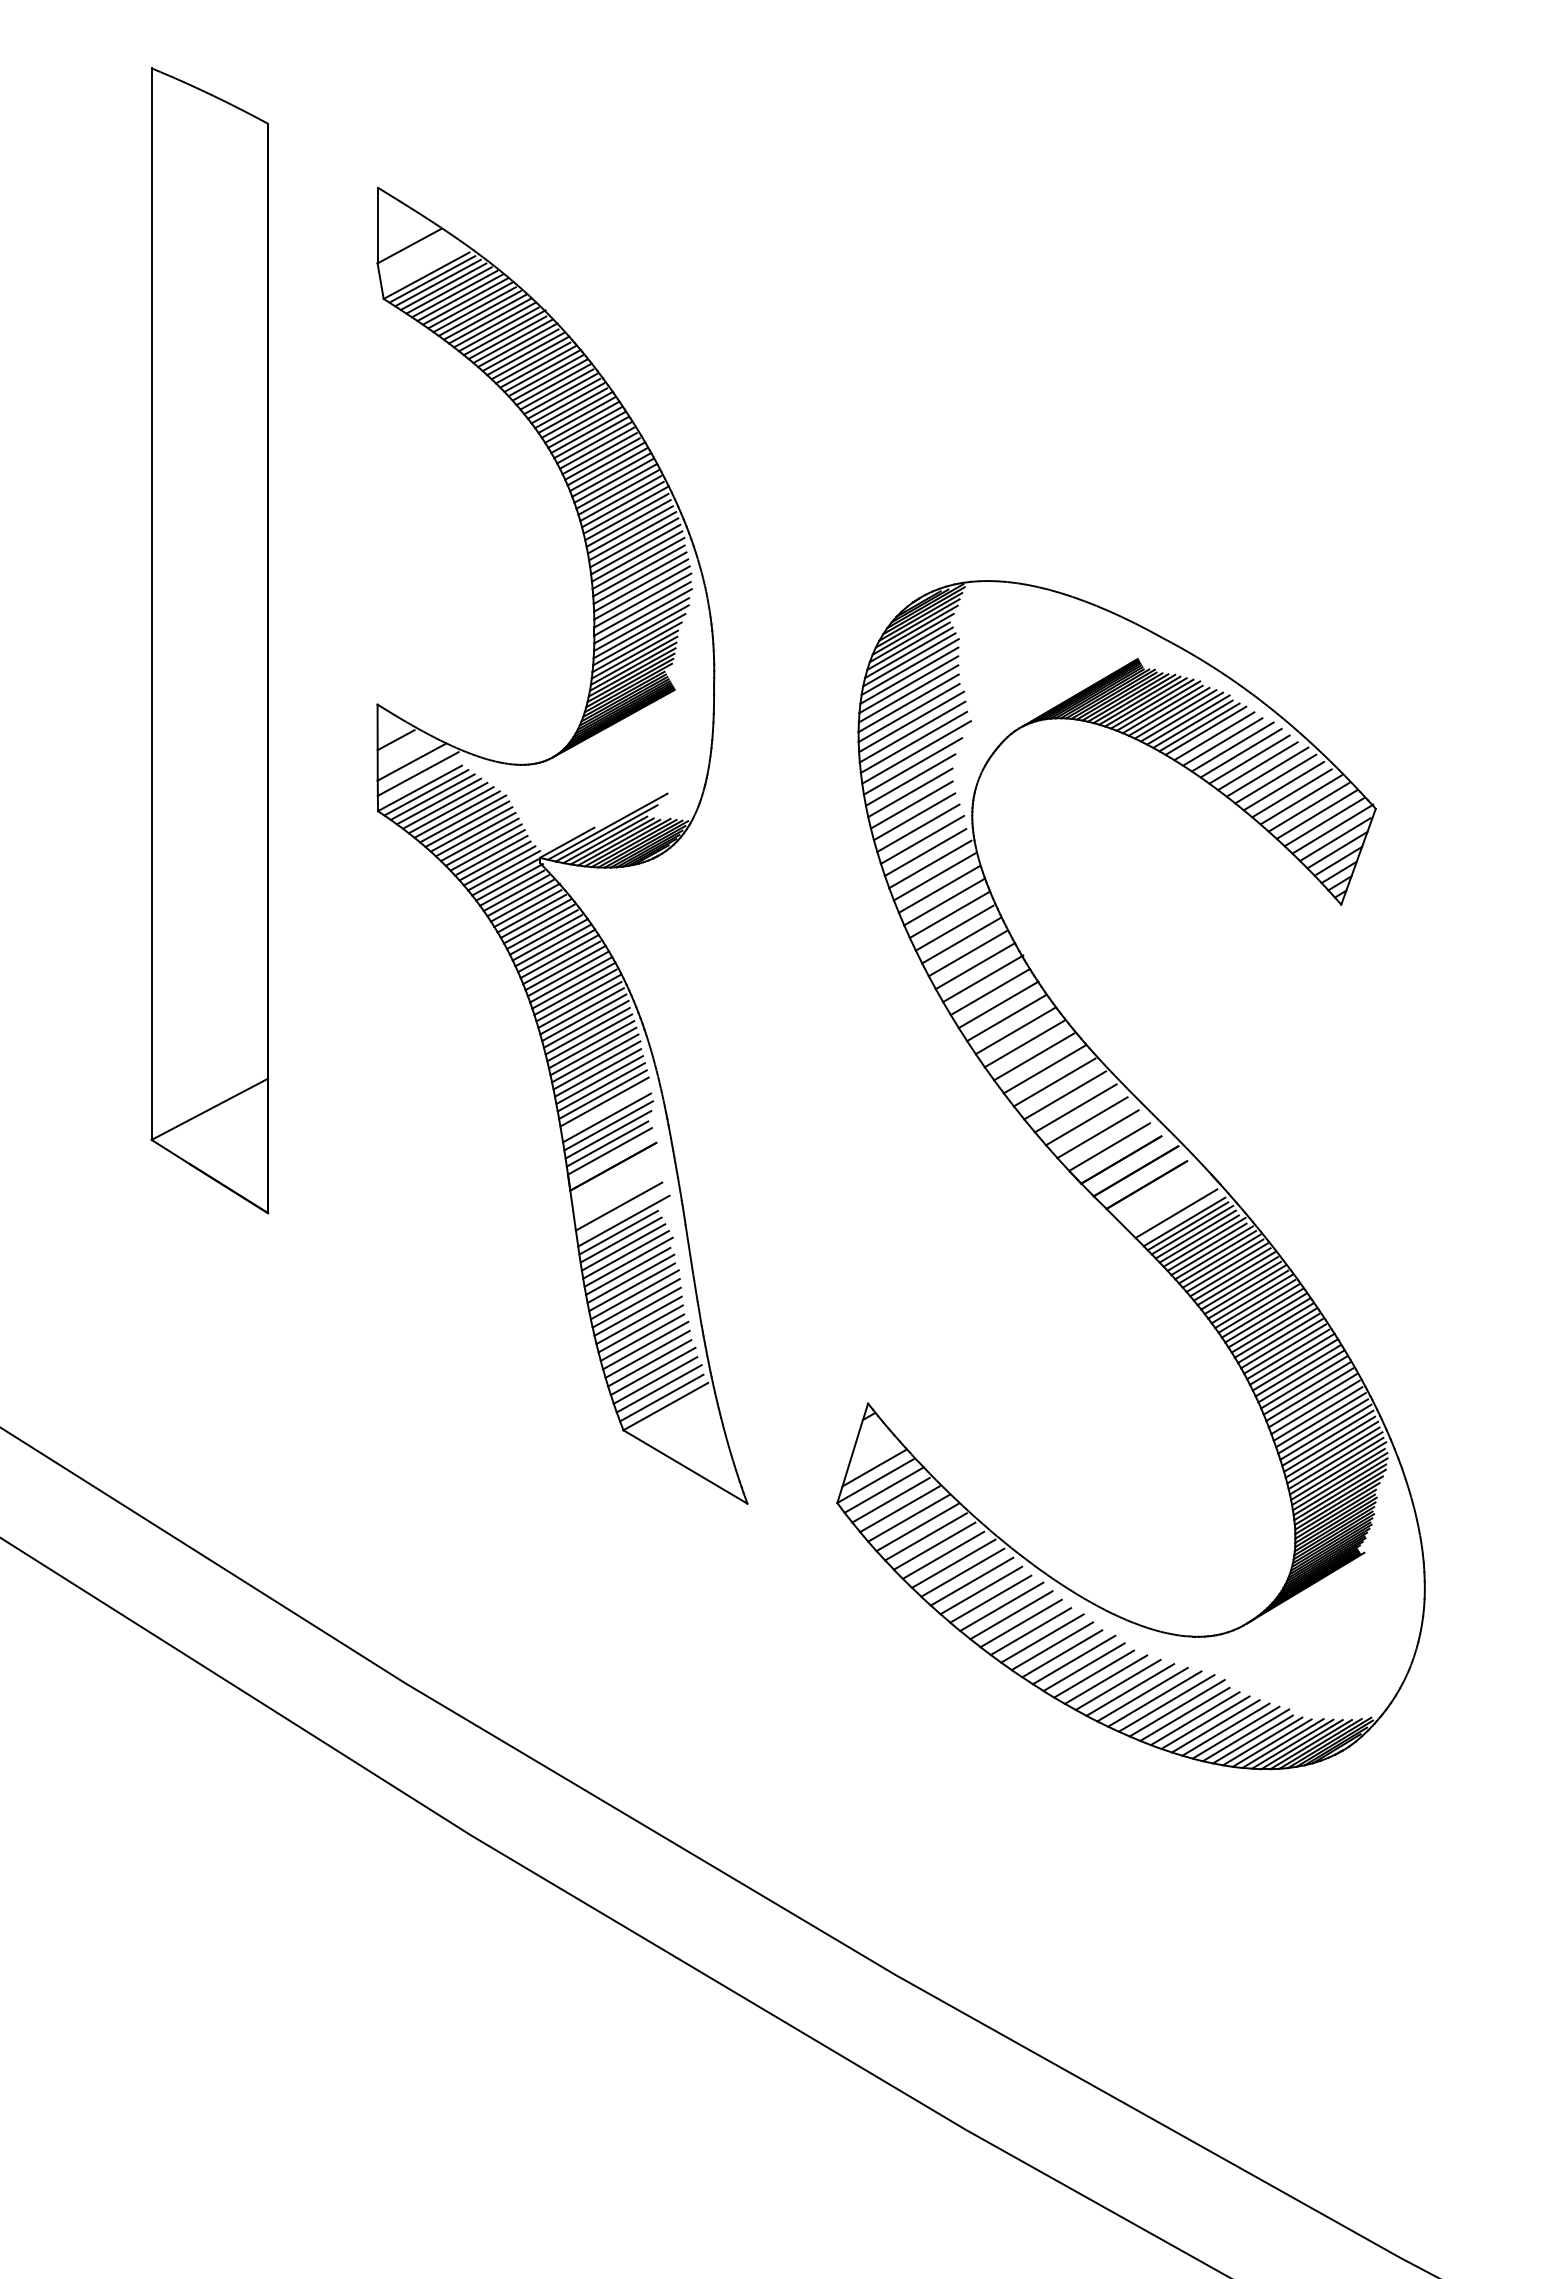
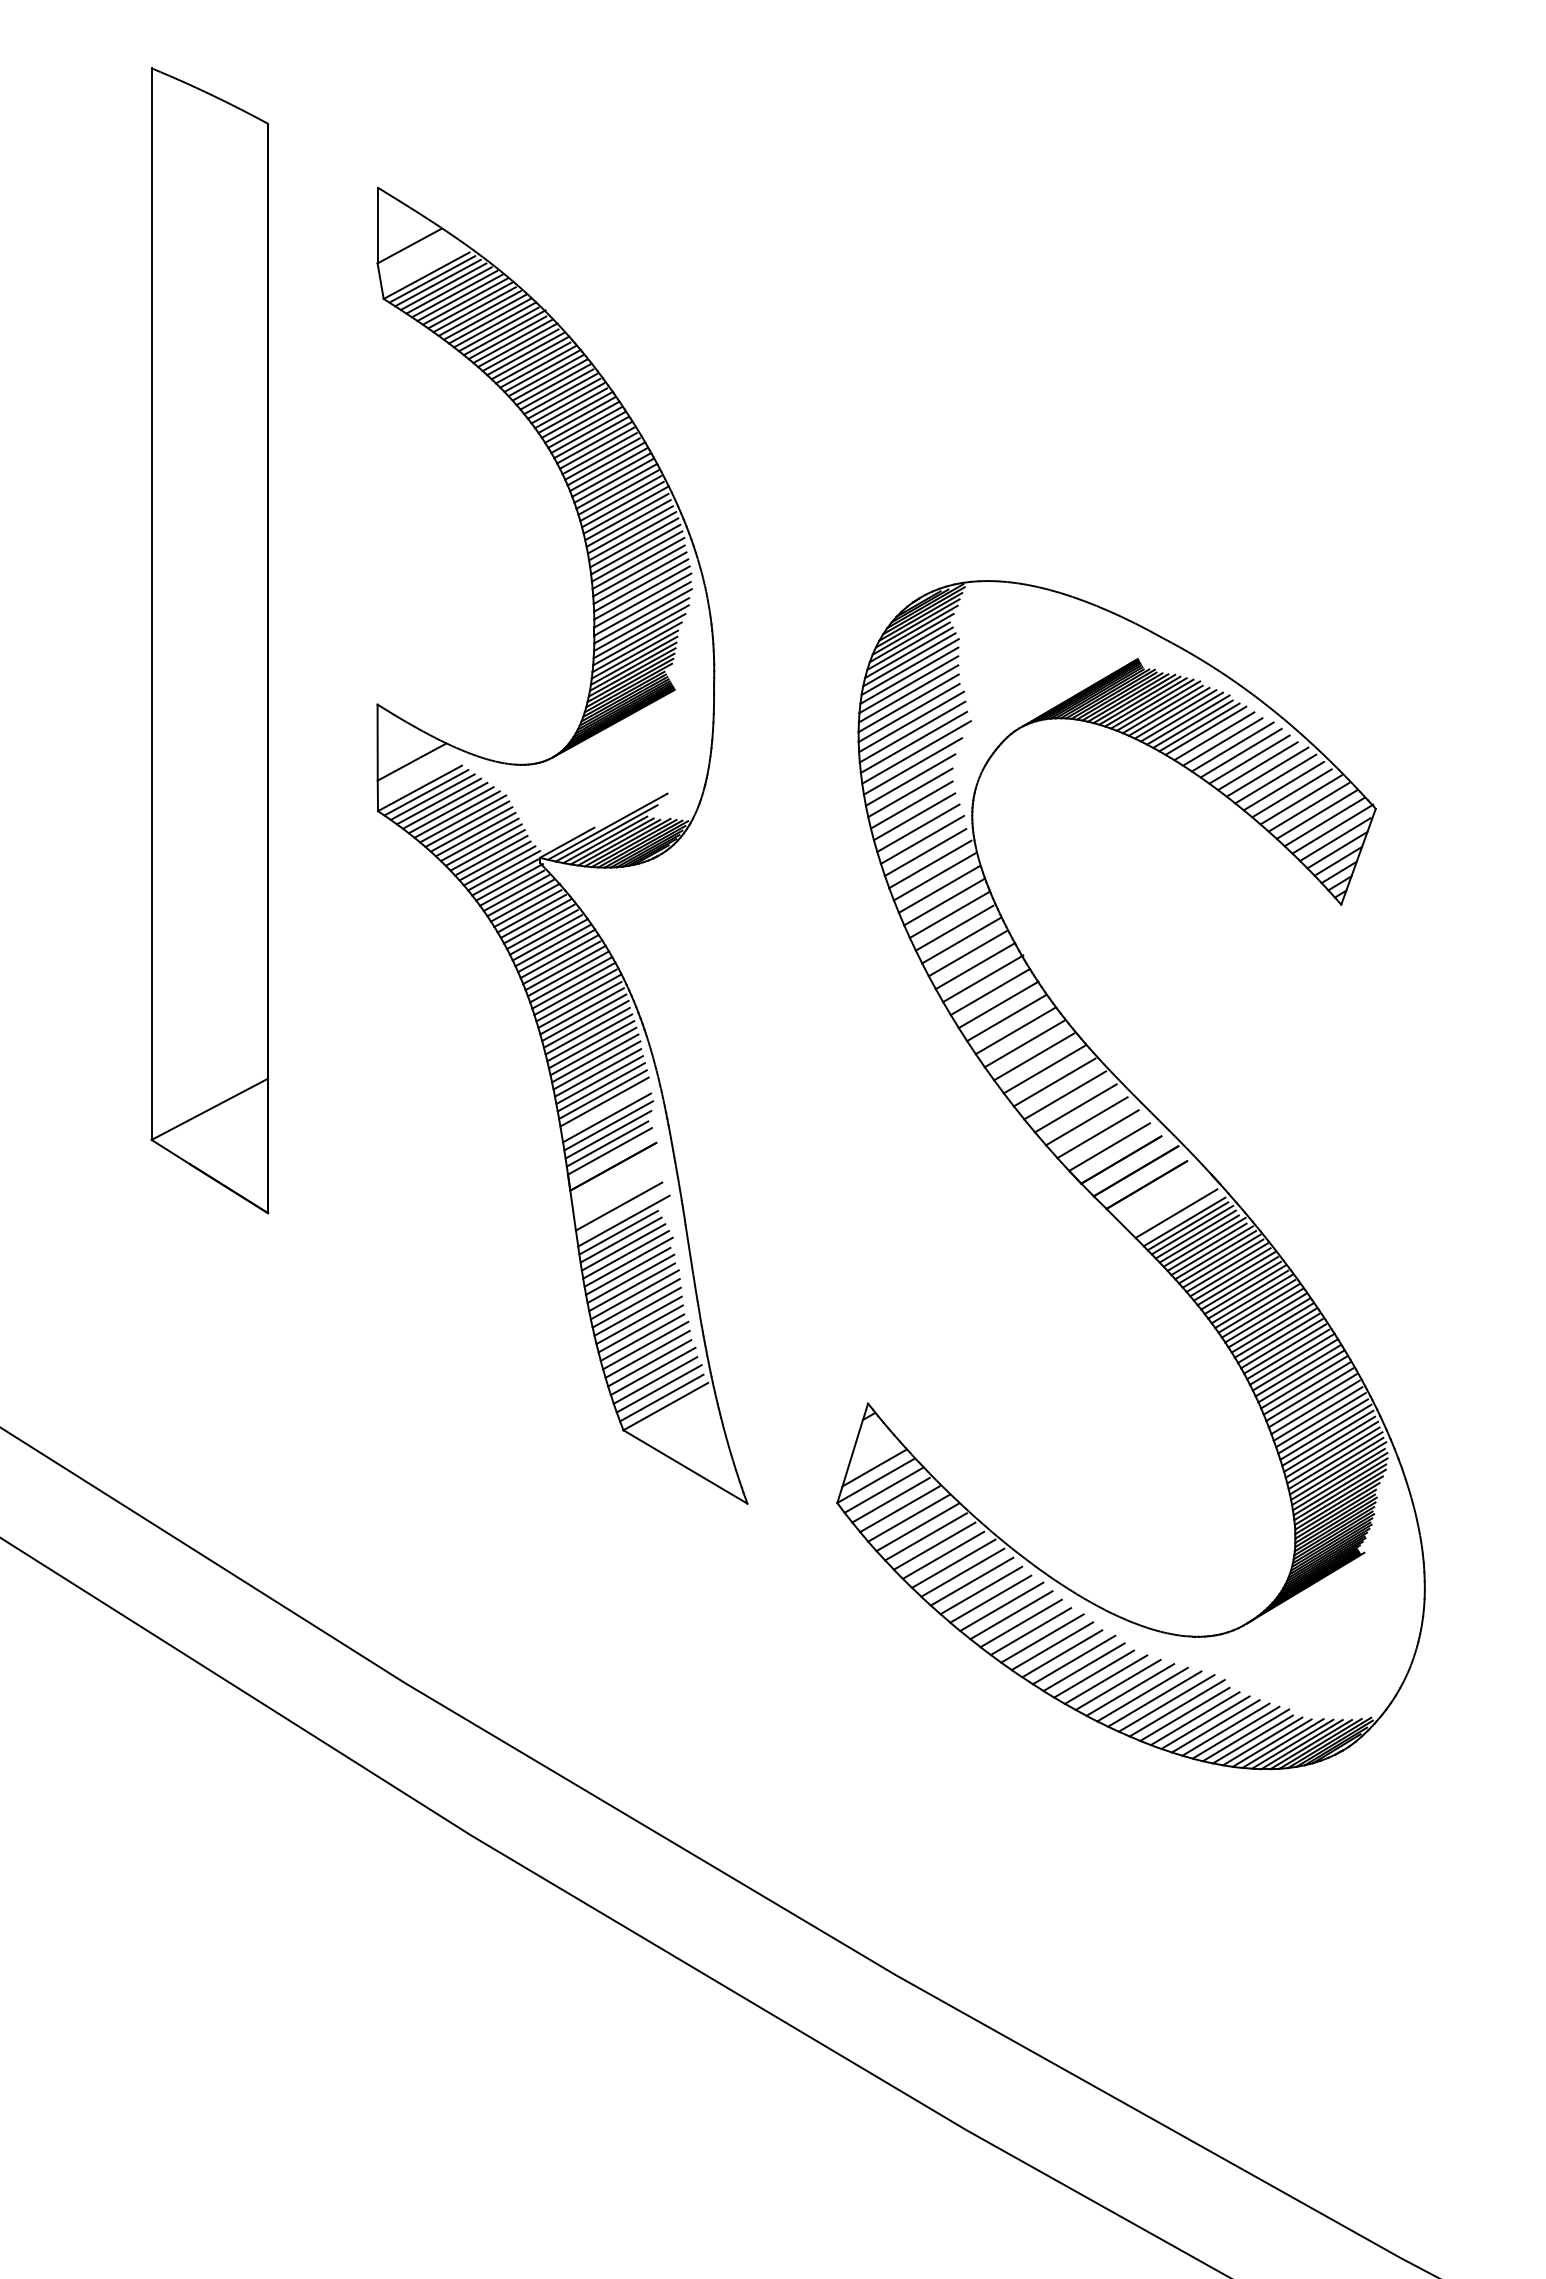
line at (395, 740): present -> none
line at (417, 773): present -> none
